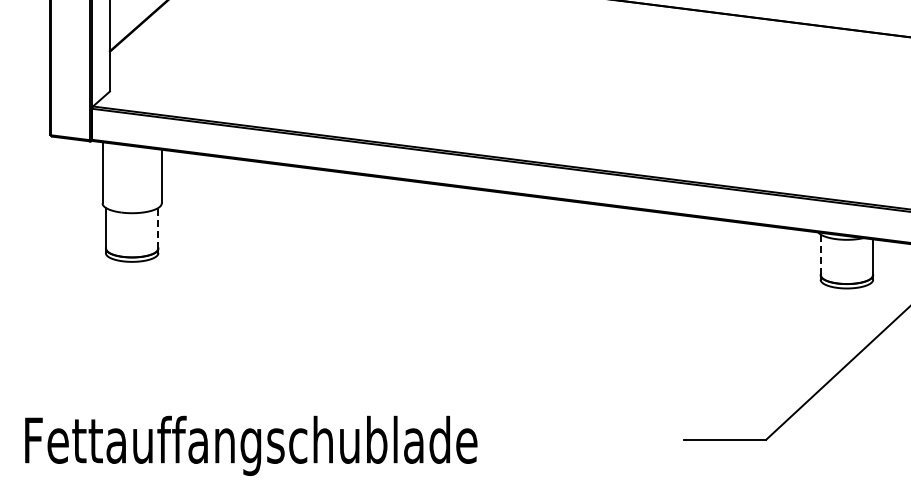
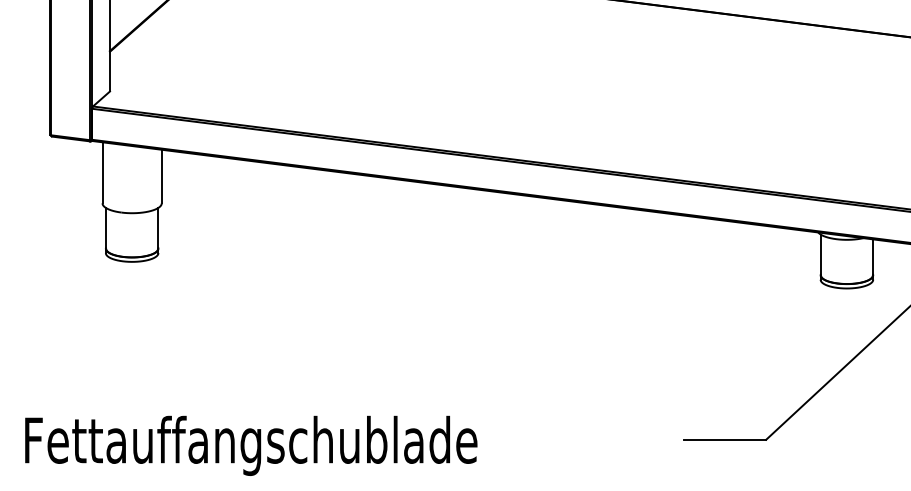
line at (158, 227): dashed -> solid
line at (821, 255): dashed -> solid
